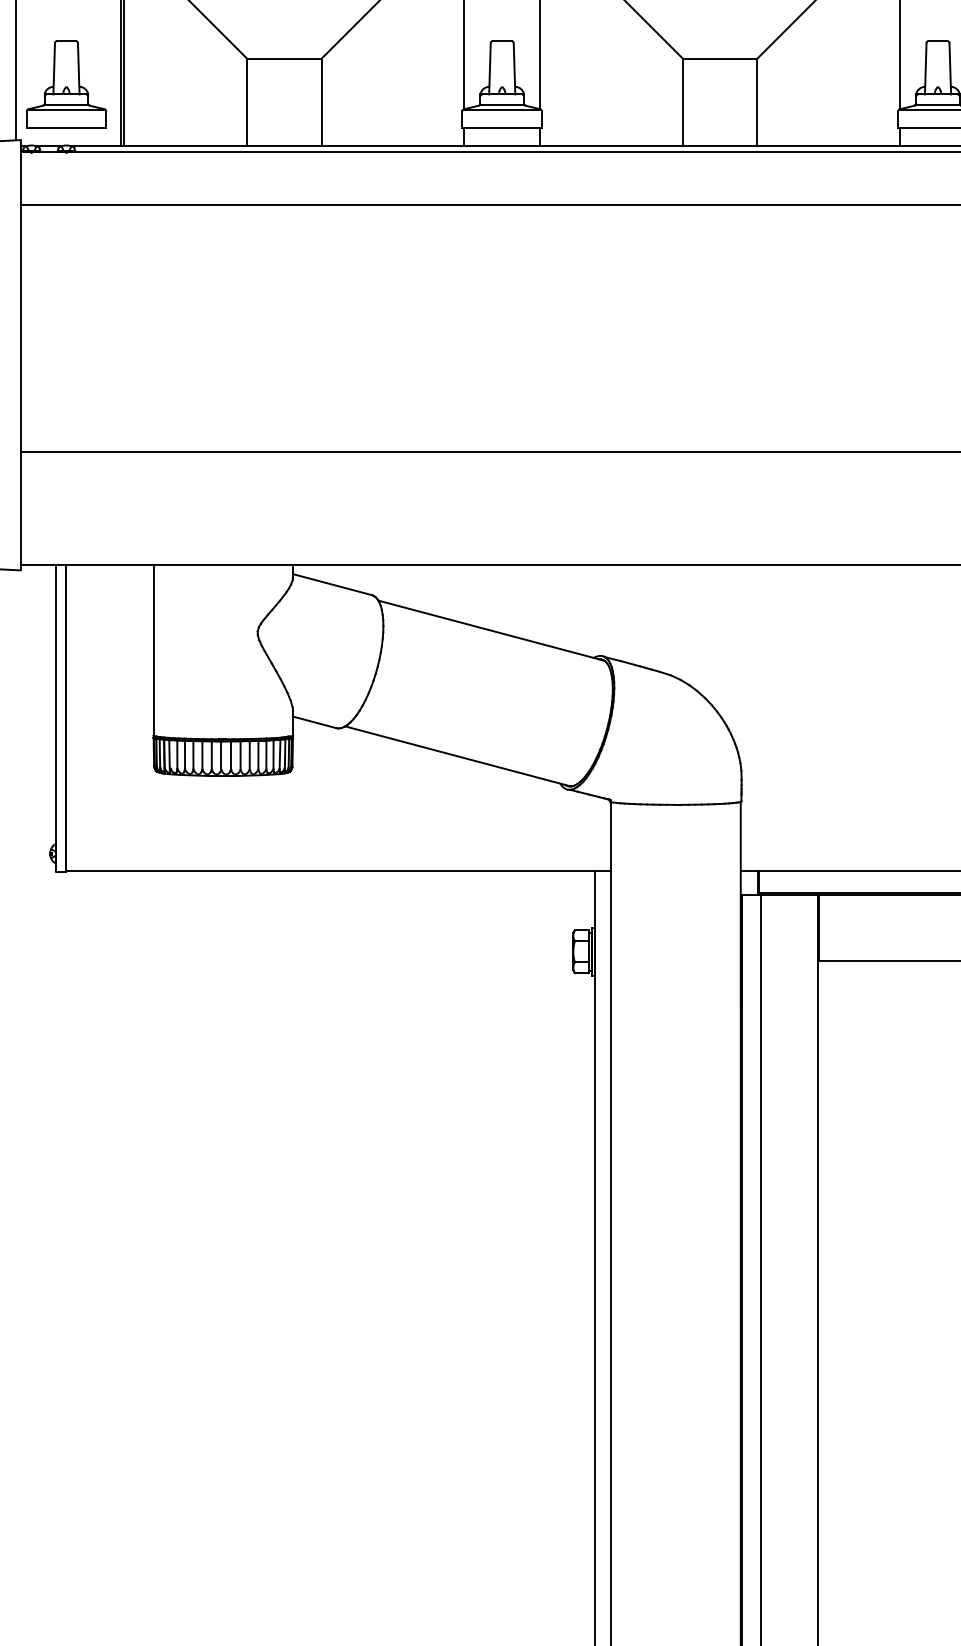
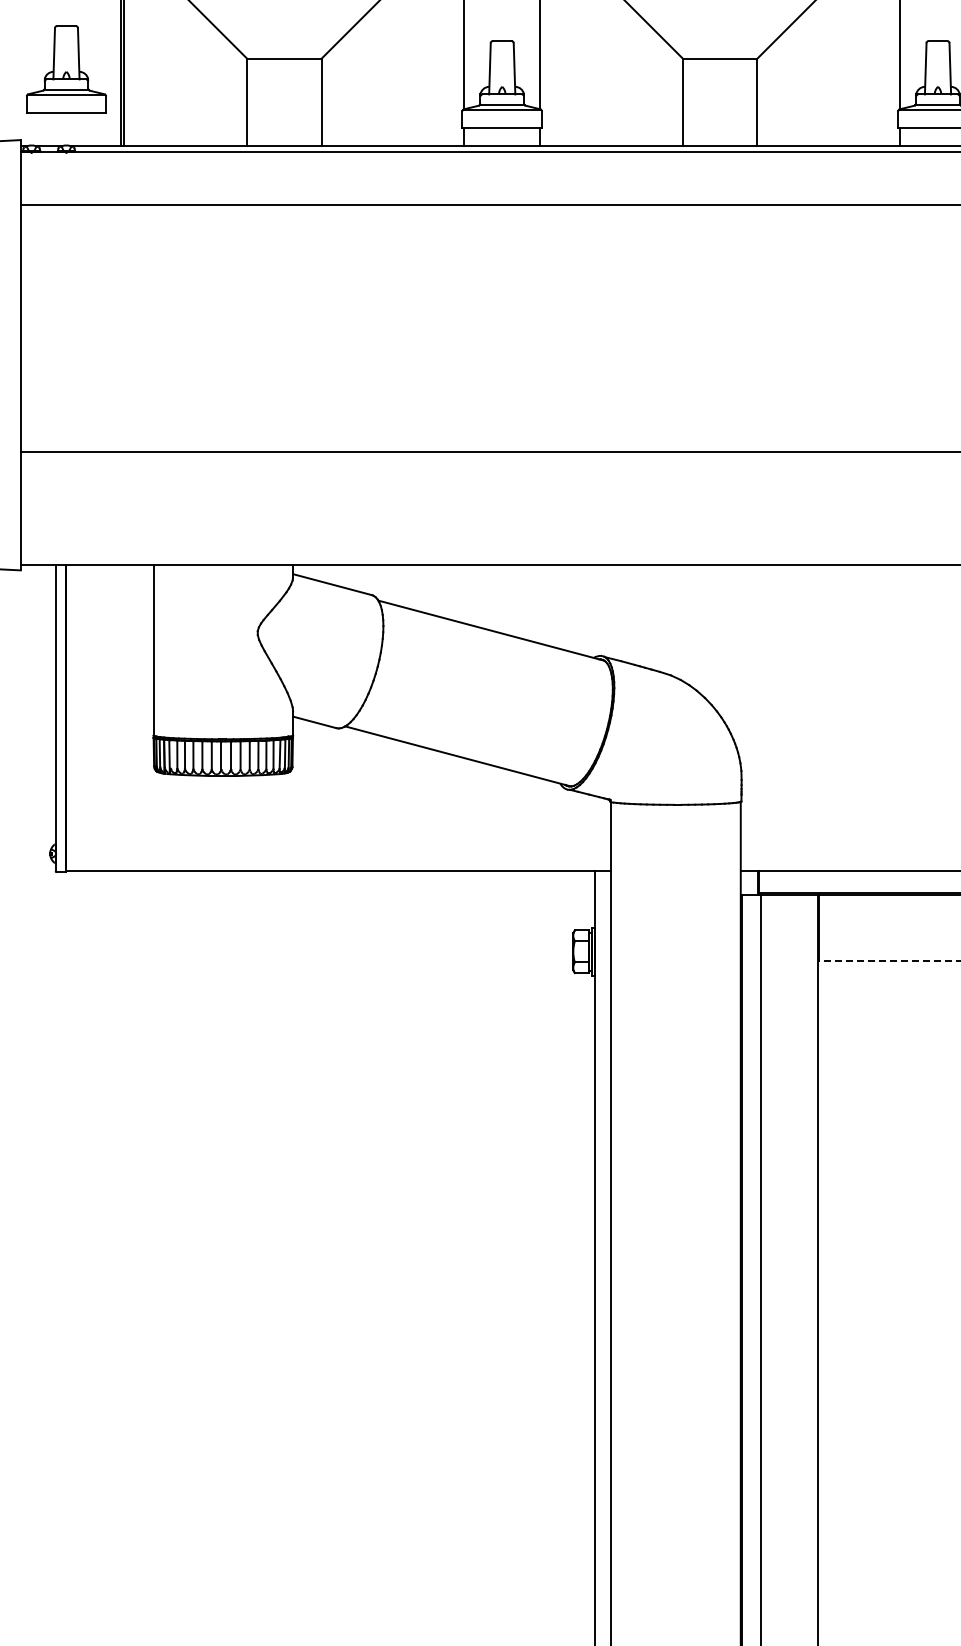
line at (16, 71): present -> none
part at (66, 84) position: (66, 84) -> (66, 69)
line at (889, 960): solid -> dashed
